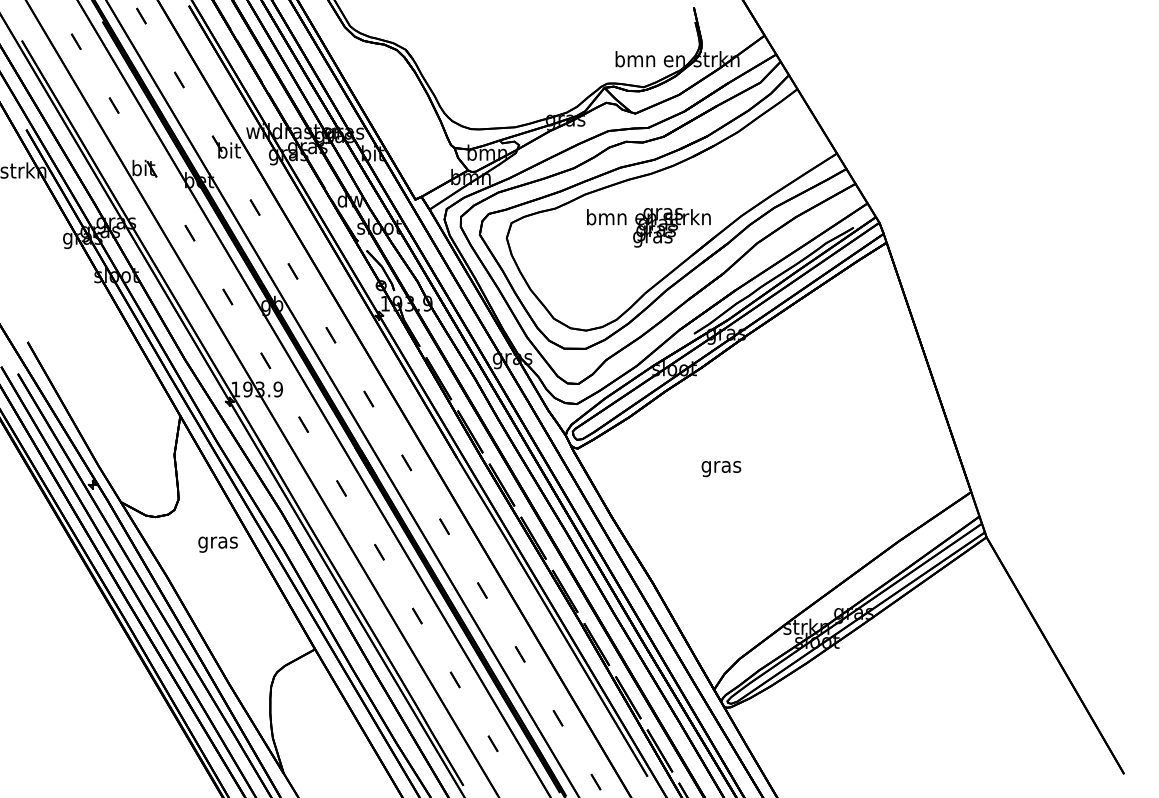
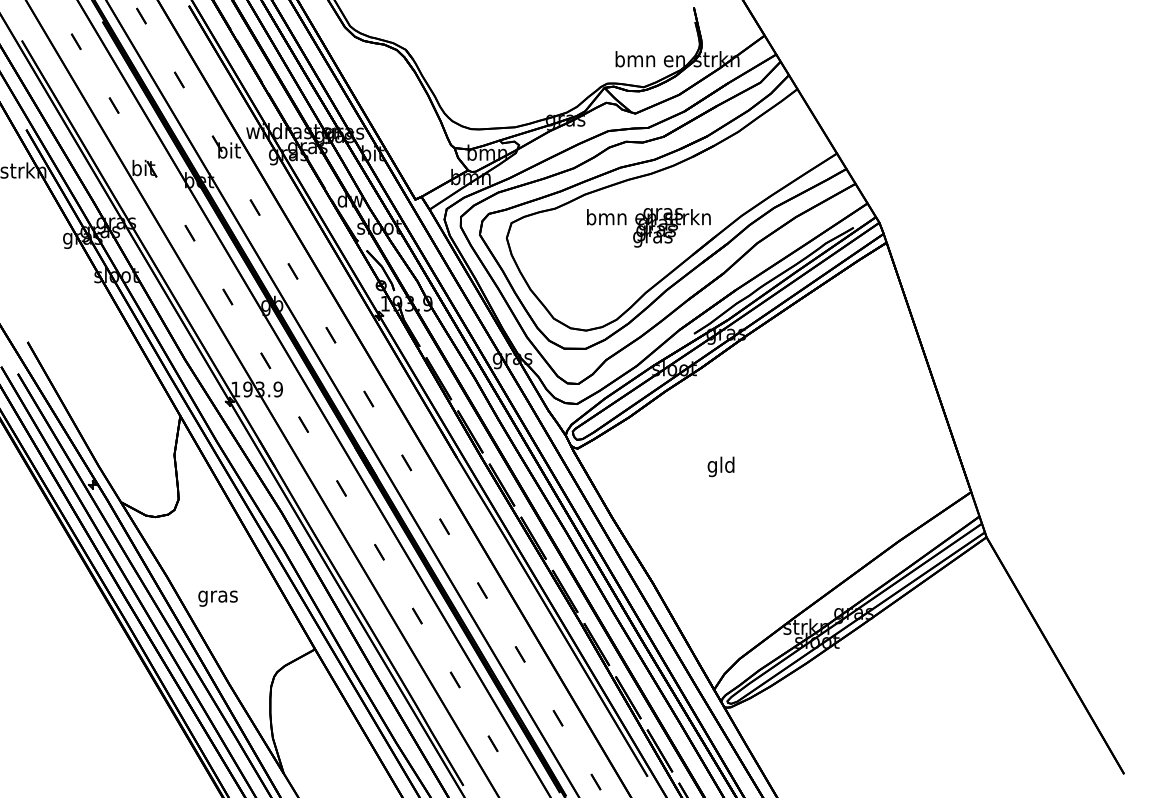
text at (721, 466): gras -> gld
text at (217, 544) position: (217, 544) -> (217, 598)
